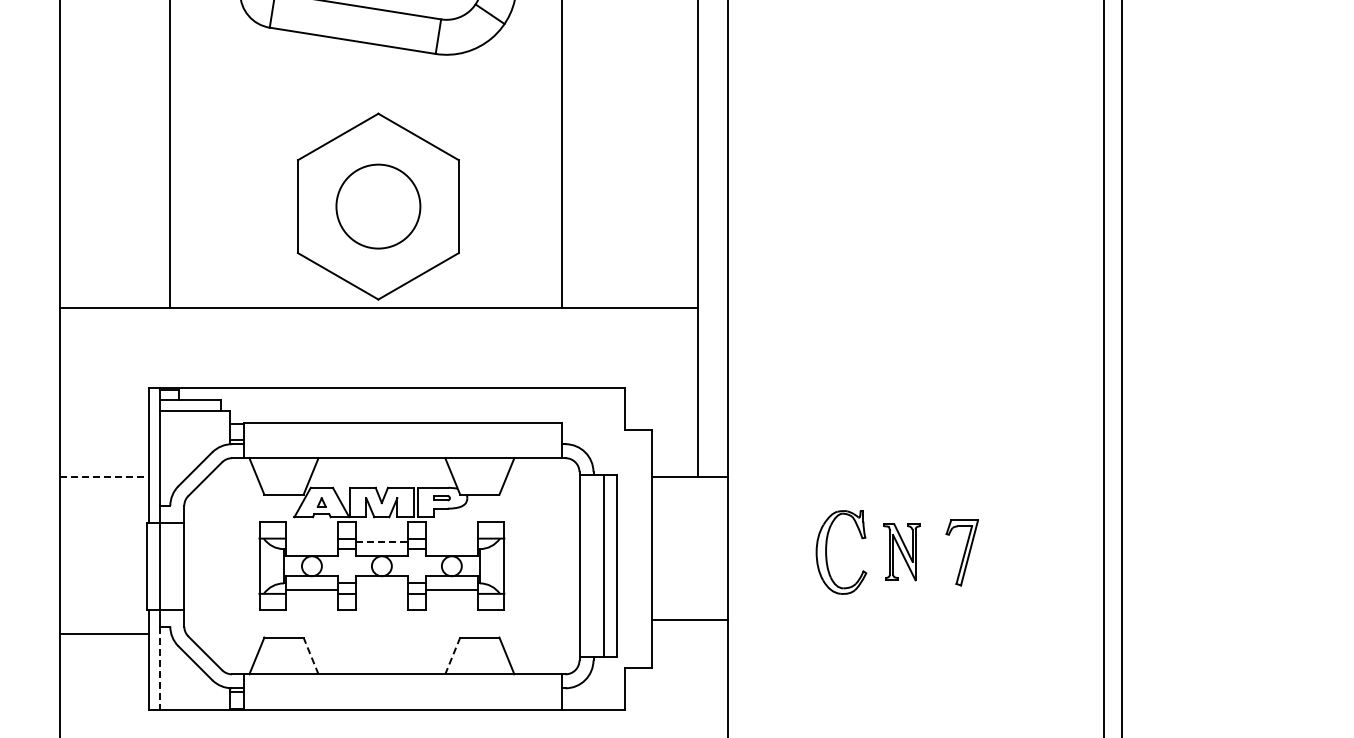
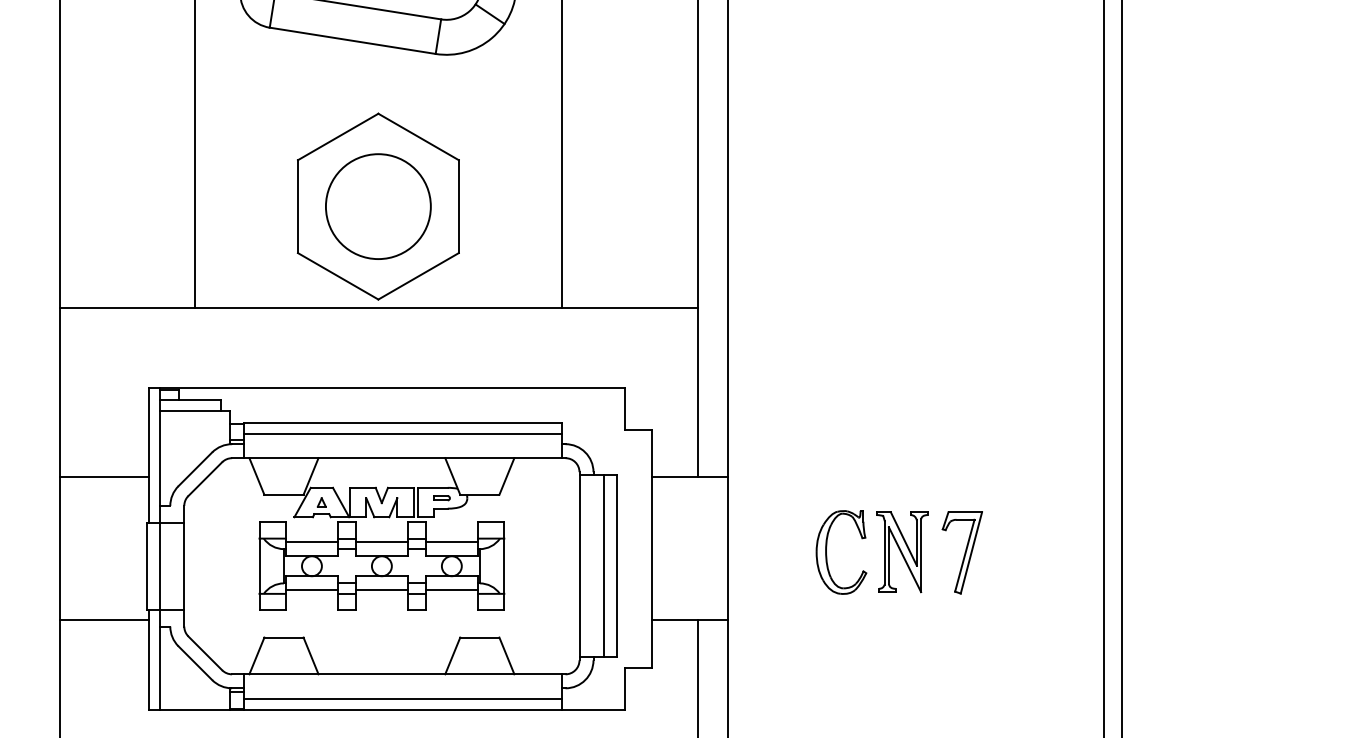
line at (169, 155) position: (169, 155) -> (194, 155)
circle at (378, 206) size: 87x87 px -> 107x107 px
line at (402, 433): none -> present
line at (104, 477): dashed -> solid
line at (311, 542): none -> present
line at (382, 542): dashed -> solid
line at (451, 542): none -> present
part at (901, 552) size: 38x59 px -> 53x83 px
part at (961, 552) size: 34x68 px -> 42x84 px
line at (381, 590): none -> present
line at (104, 634) position: (104, 634) -> (104, 620)
line at (311, 655): dashed -> solid
line at (452, 655): dashed -> solid
line at (159, 668): dashed -> solid
line at (698, 677): none -> present
line at (402, 698): none -> present
